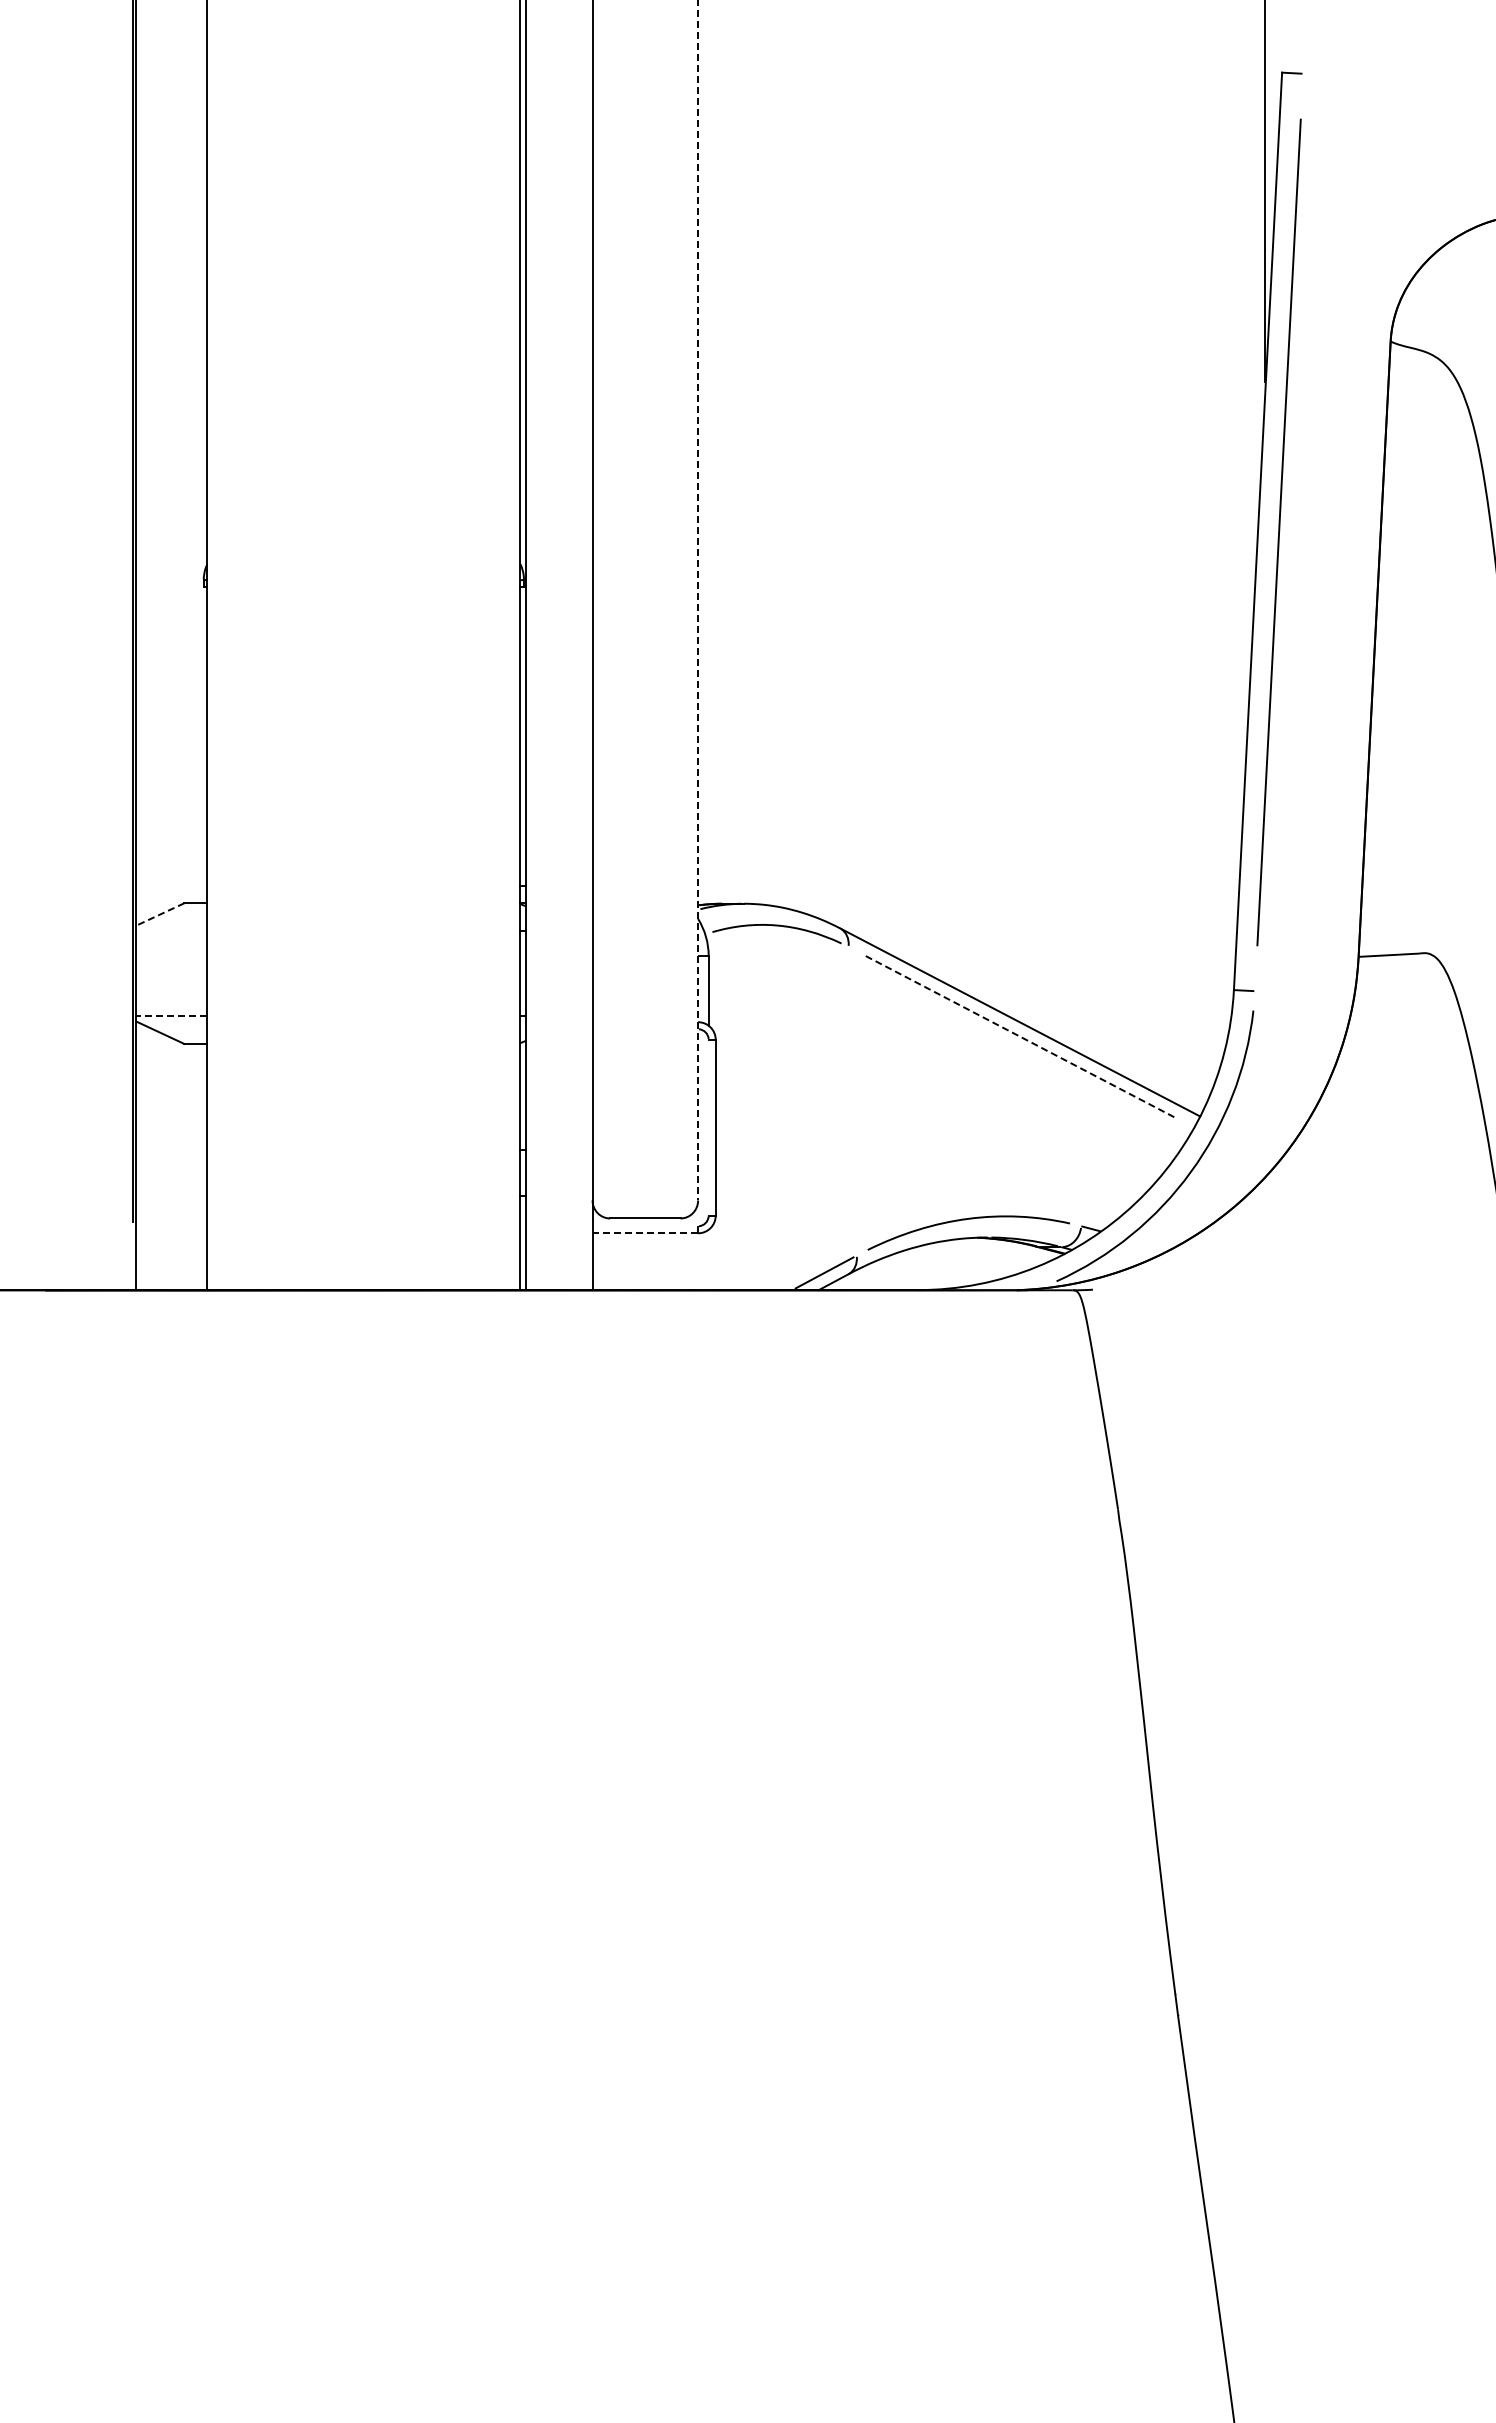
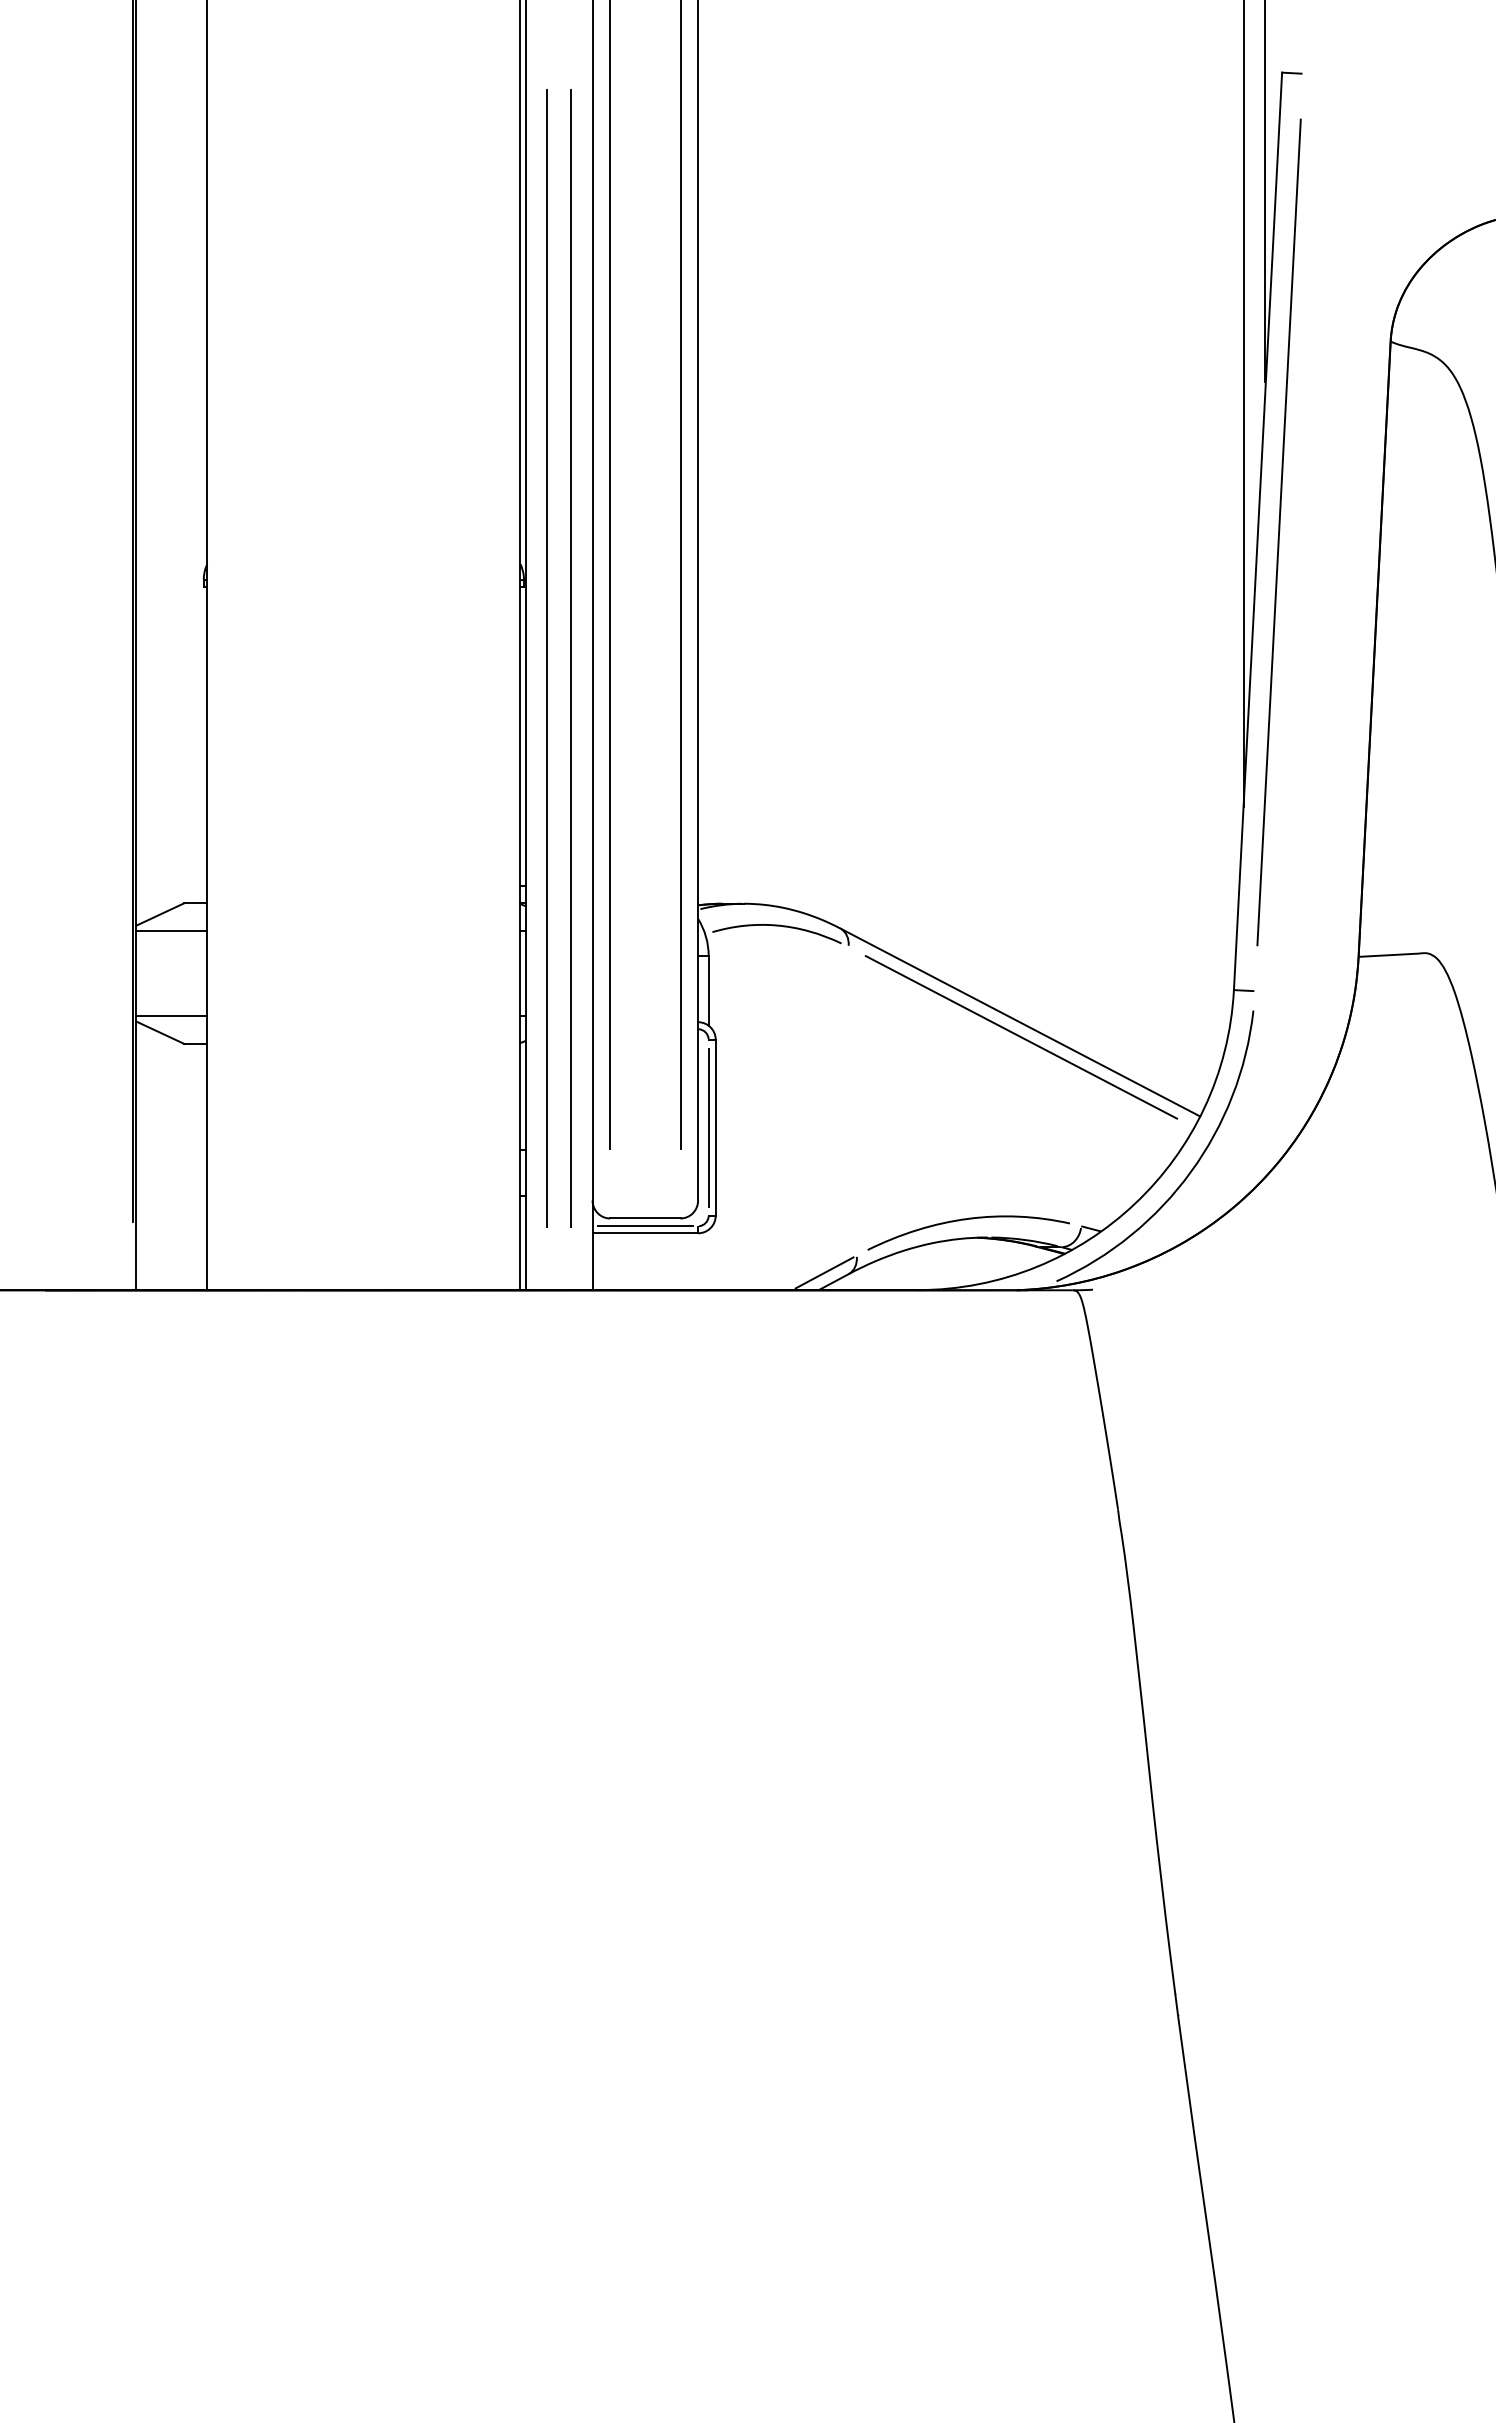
line at (1243, 404): none -> present
line at (610, 575): none -> present
line at (680, 575): none -> present
line at (698, 600): dashed -> solid
line at (546, 657): none -> present
line at (571, 657): none -> present
line at (160, 914): dashed -> solid
line at (171, 931): none -> present
line at (171, 1016): dashed -> solid
line at (1021, 1037): dashed -> solid
line at (708, 1127): none -> present
line at (644, 1226): none -> present
line at (645, 1233): dashed -> solid
